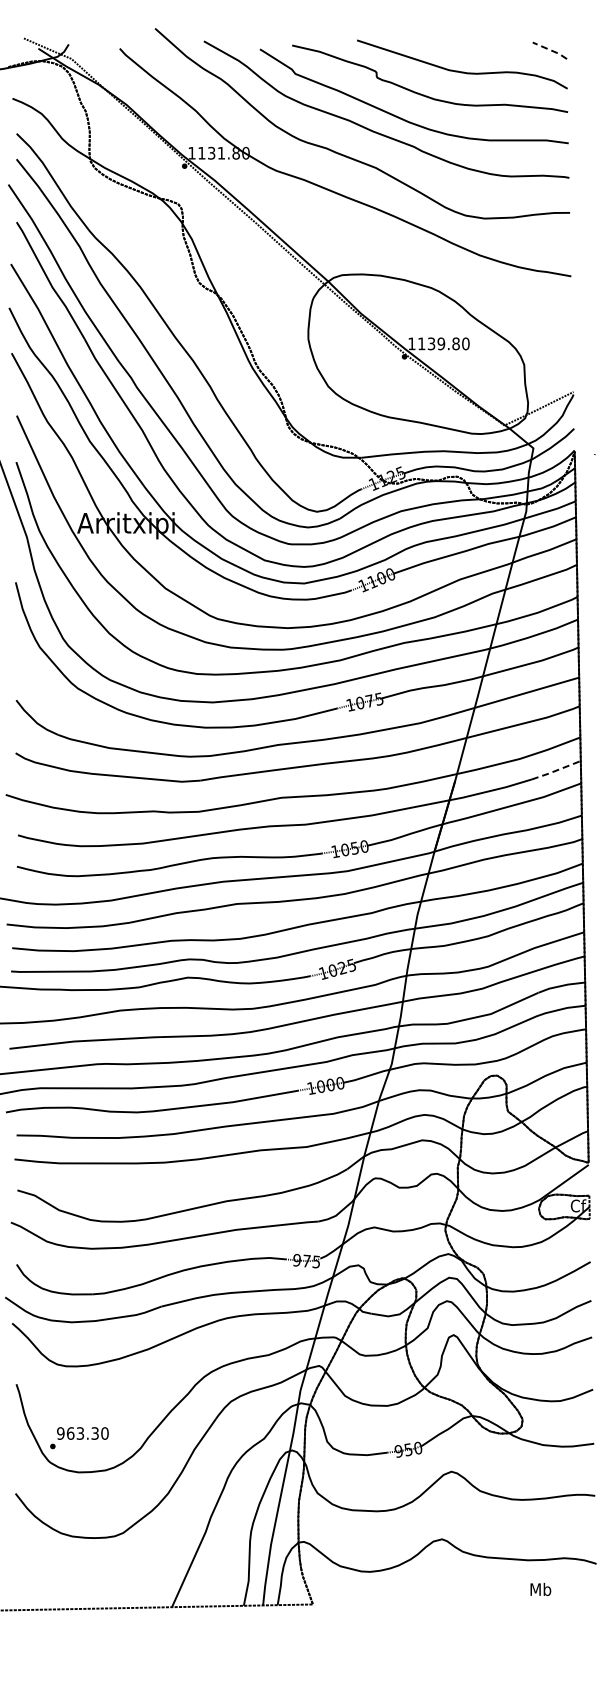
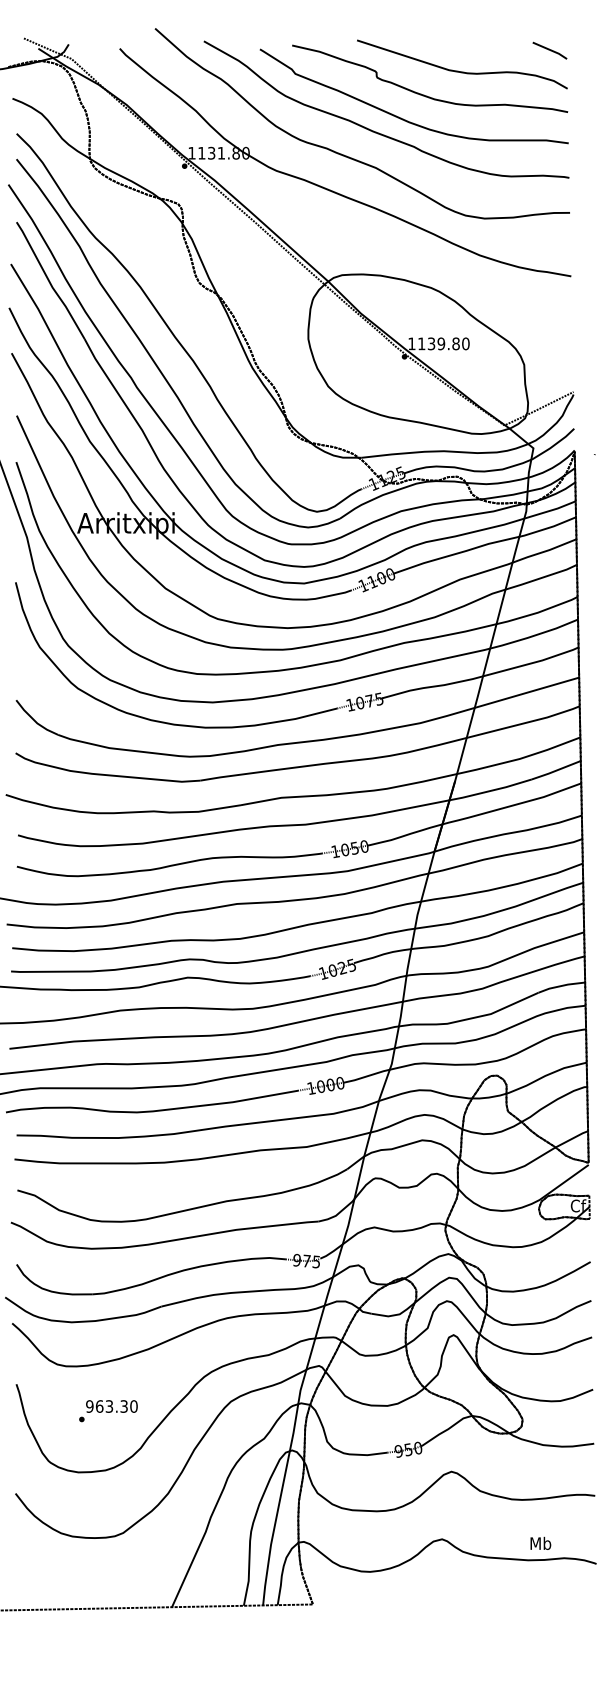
line at (550, 50): dashed -> solid
line at (556, 770): dashed -> solid
text at (79, 1438) position: (79, 1438) -> (108, 1411)
text at (540, 1588) position: (540, 1588) -> (540, 1542)
